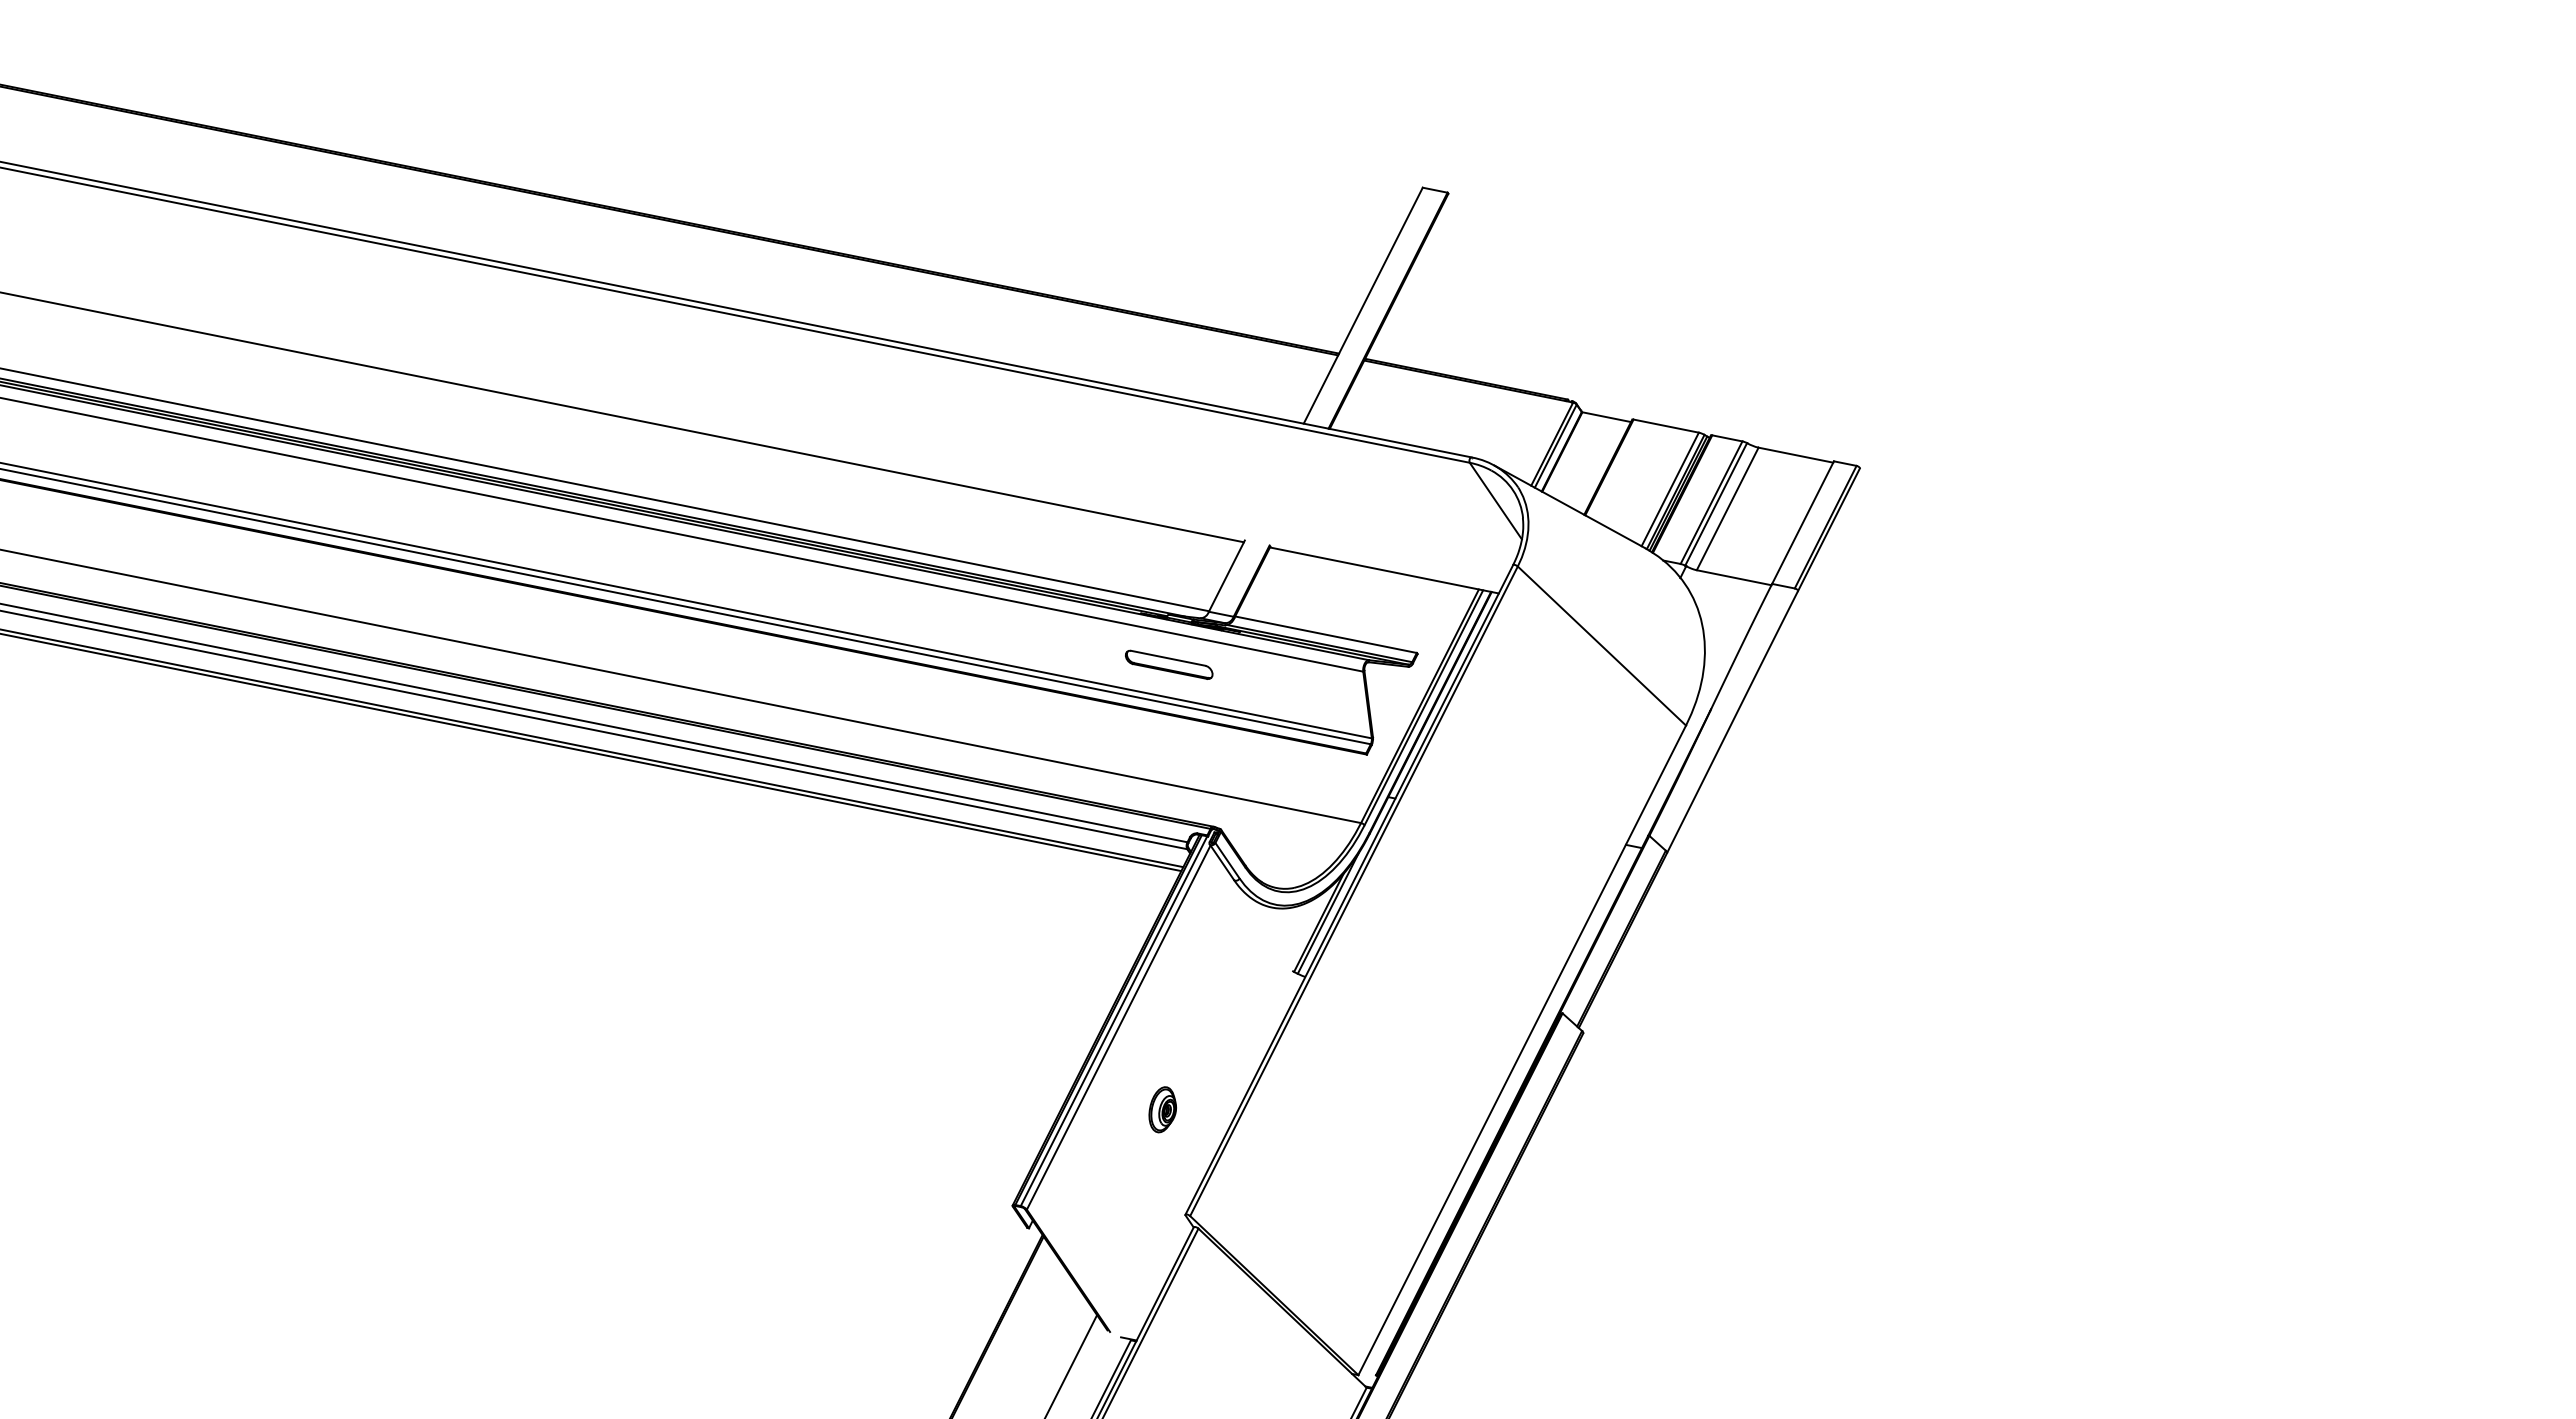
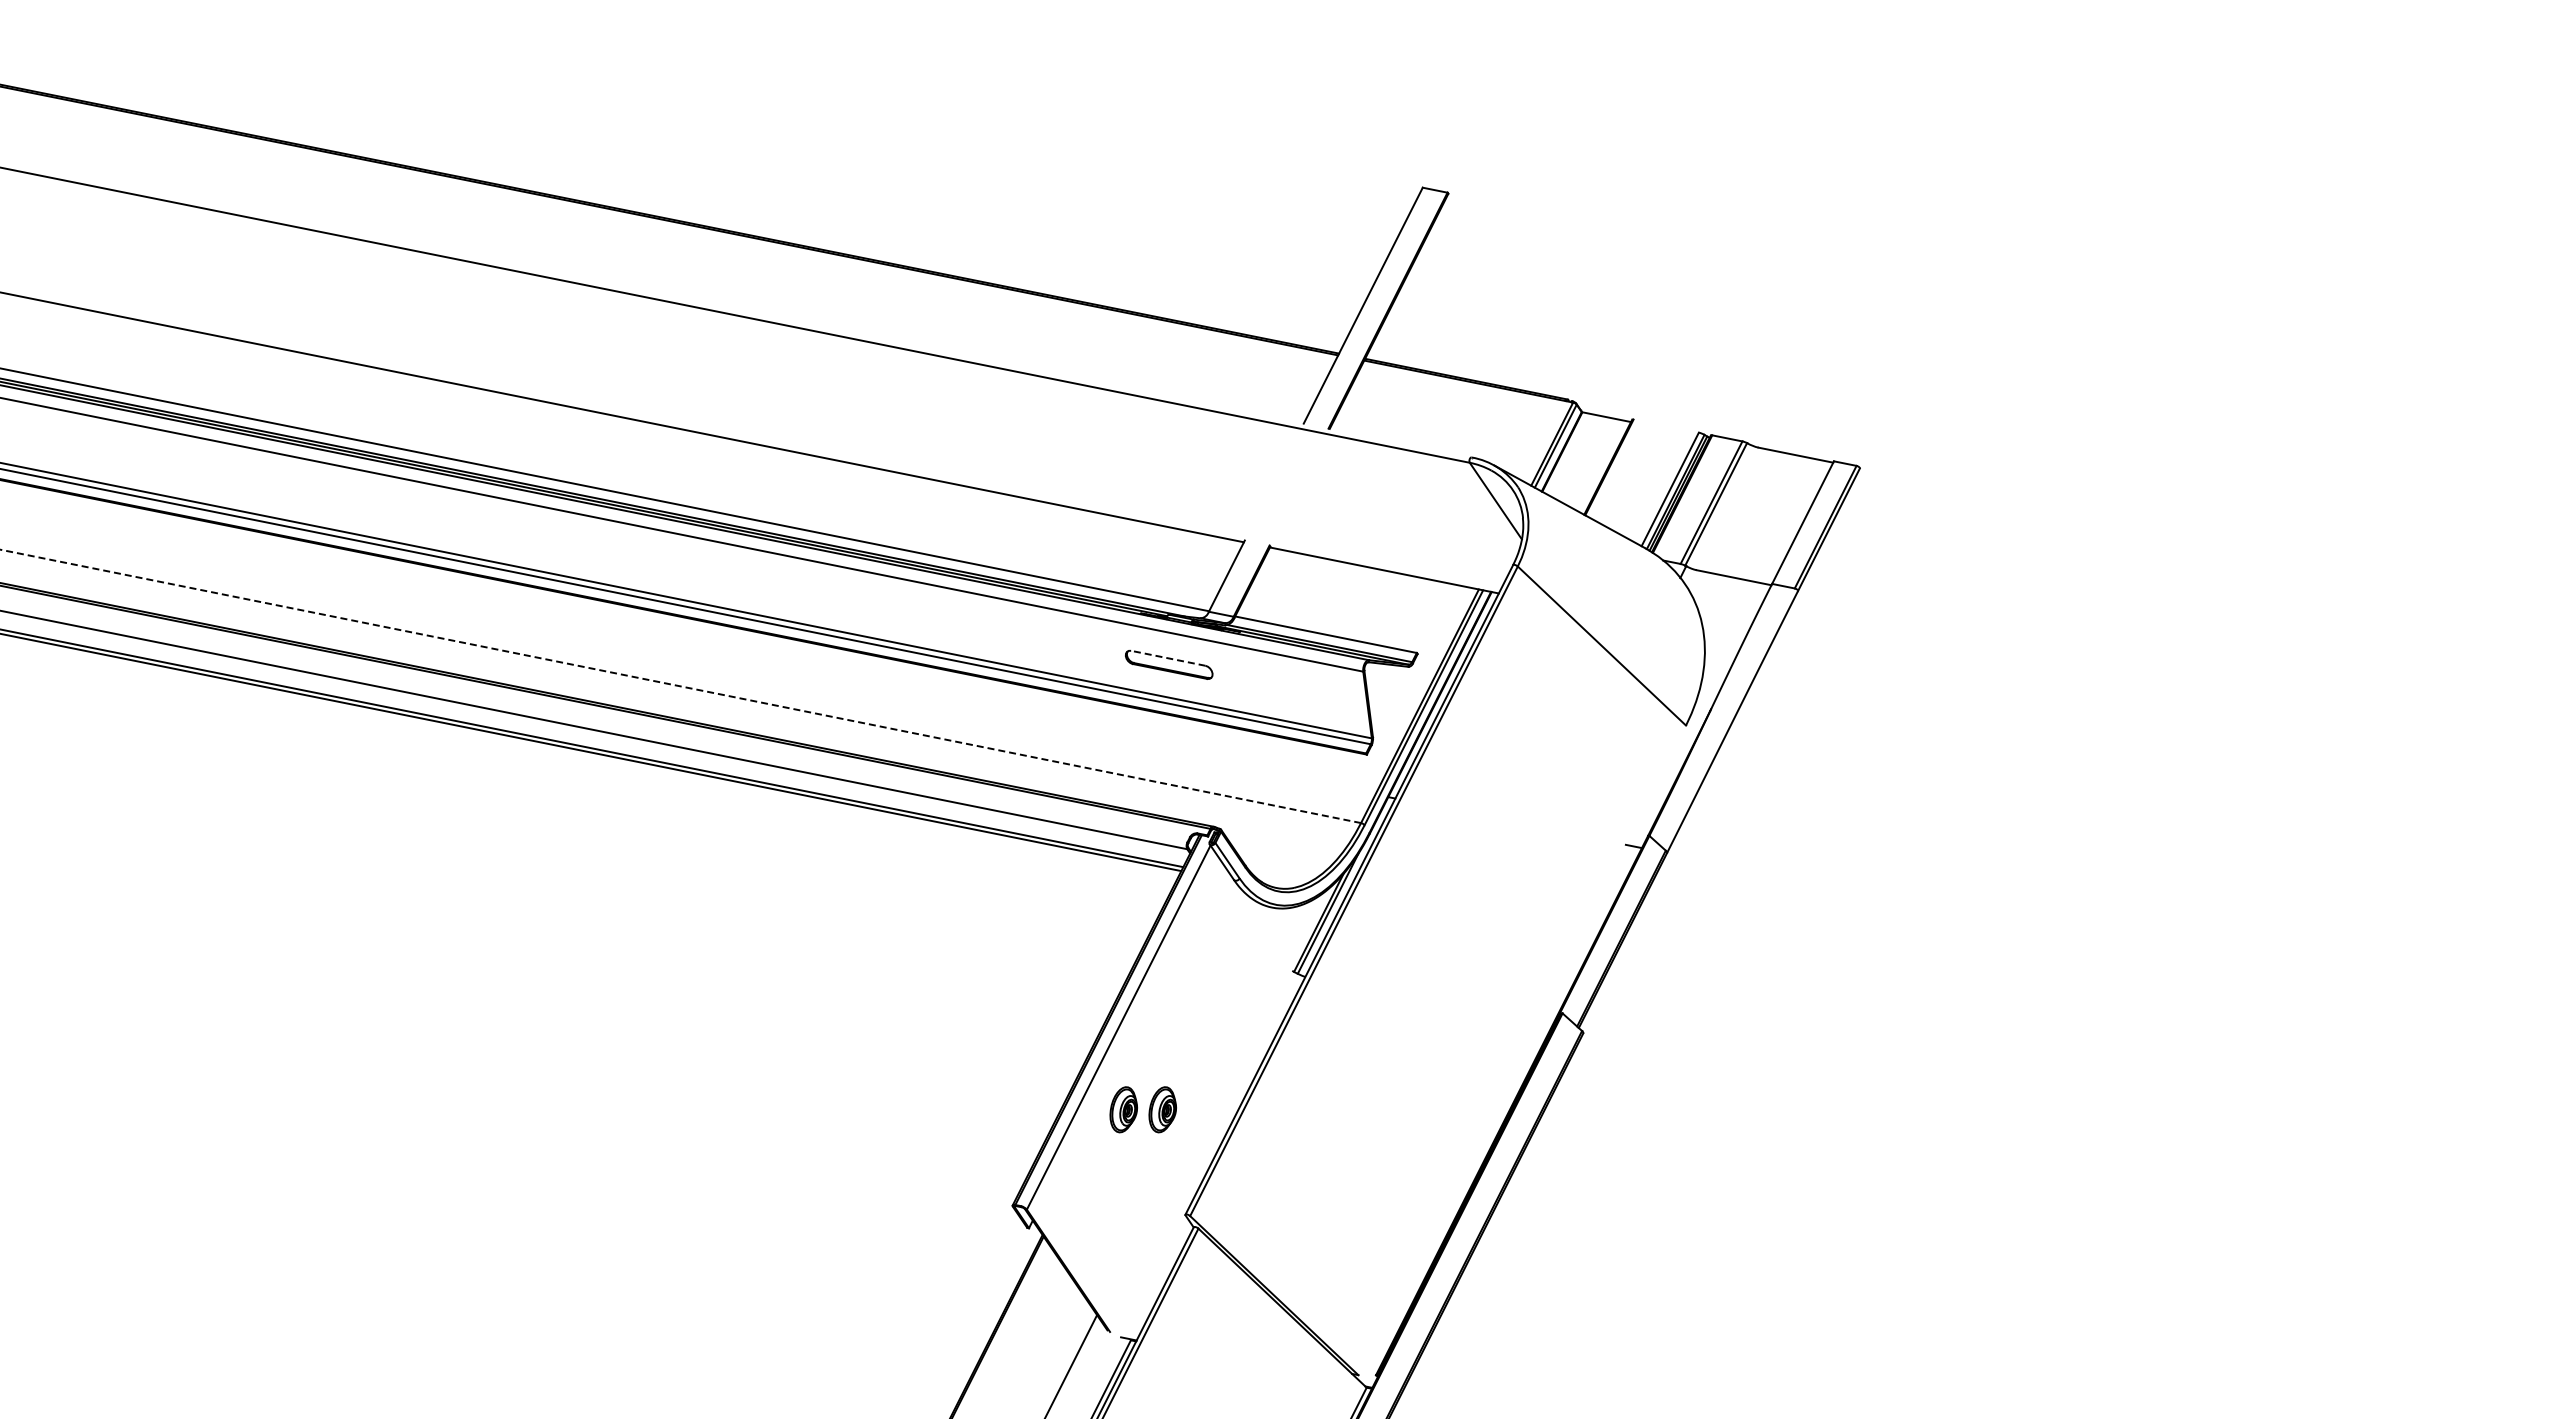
line at (736, 309): present -> none
line at (1665, 425): present -> none
line at (1727, 508): present -> none
line at (1168, 658): solid -> dashed
line at (680, 686): solid -> dashed
line at (594, 723): present -> none
line at (1113, 1021): present -> none
line at (1522, 1050): present -> none
part at (1123, 1109): none -> present
